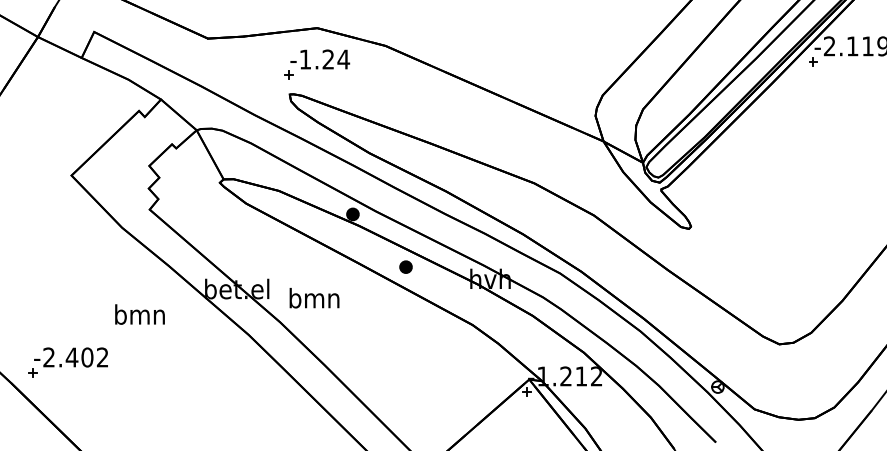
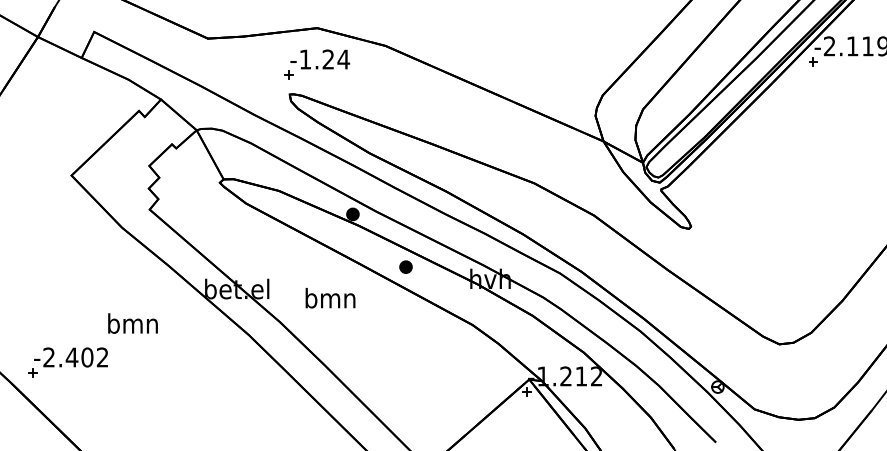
text at (314, 298) position: (314, 298) -> (330, 298)
text at (139, 314) position: (139, 314) -> (132, 323)
